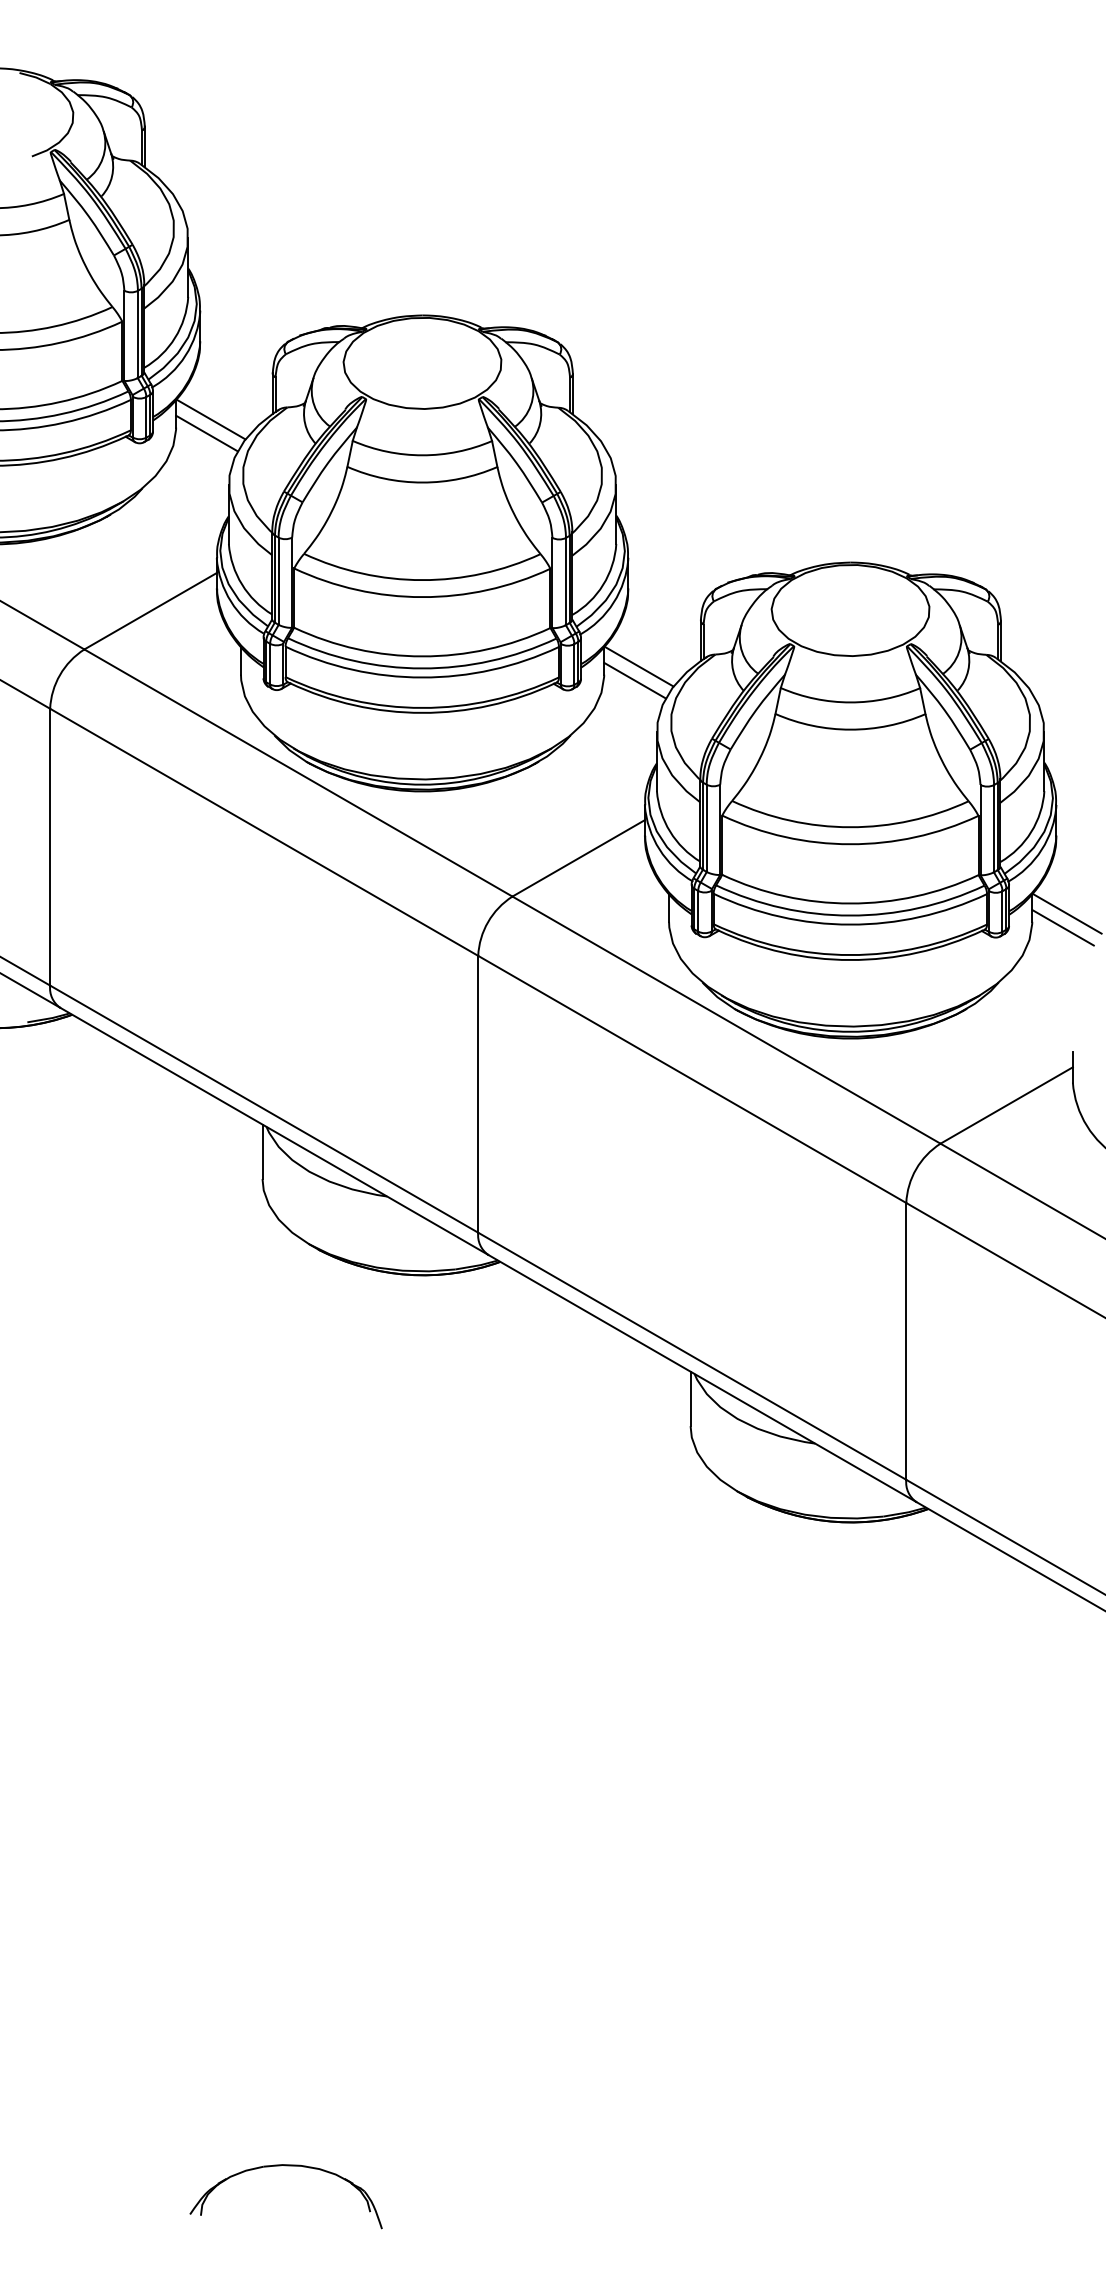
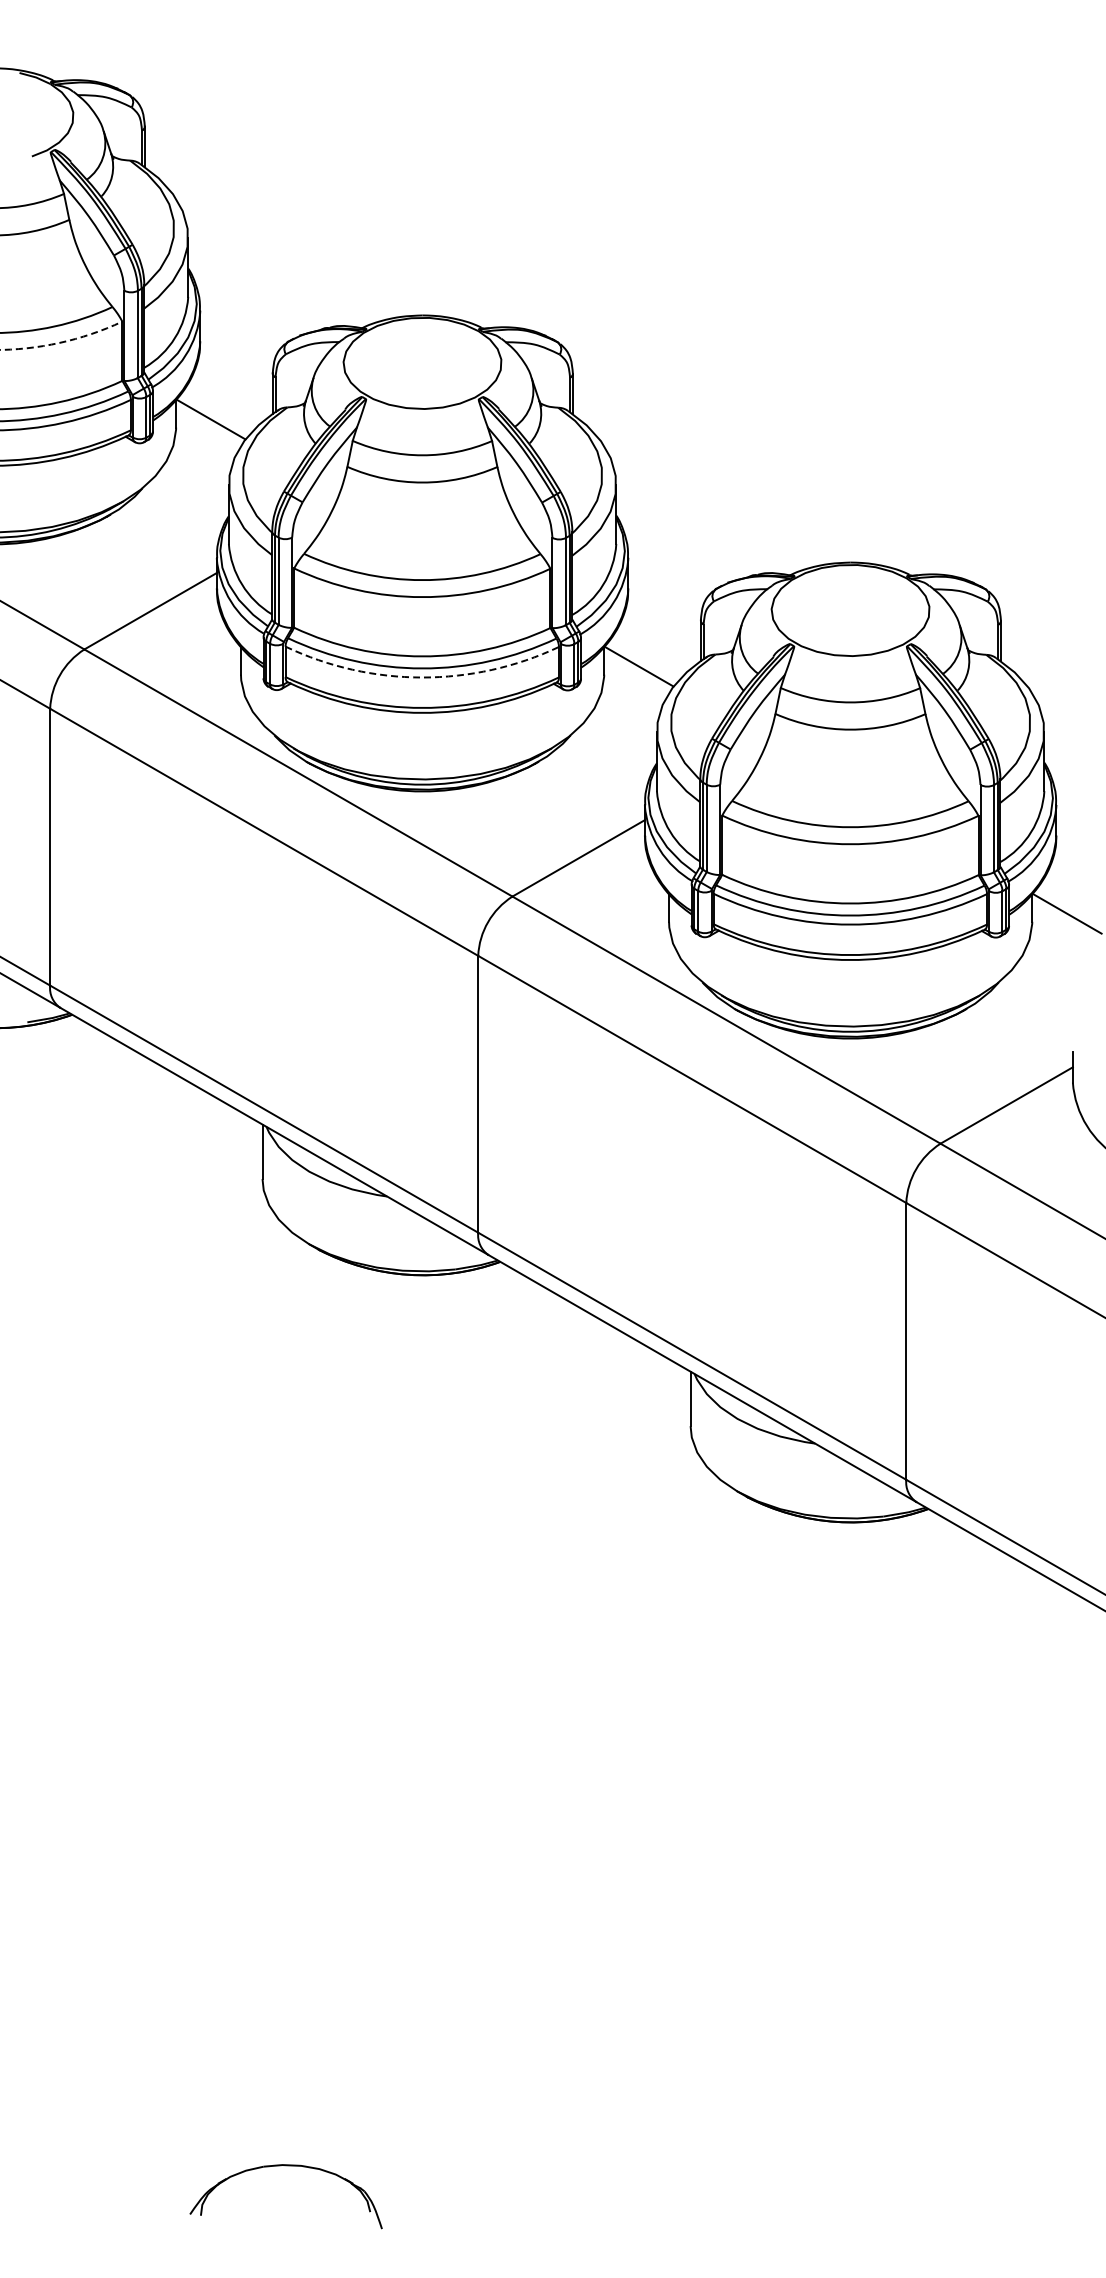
arc at (62, 342): solid -> dashed
line at (206, 433): present -> none
arc at (422, 677): solid -> dashed
line at (634, 680): present -> none
line at (1062, 927): present -> none
